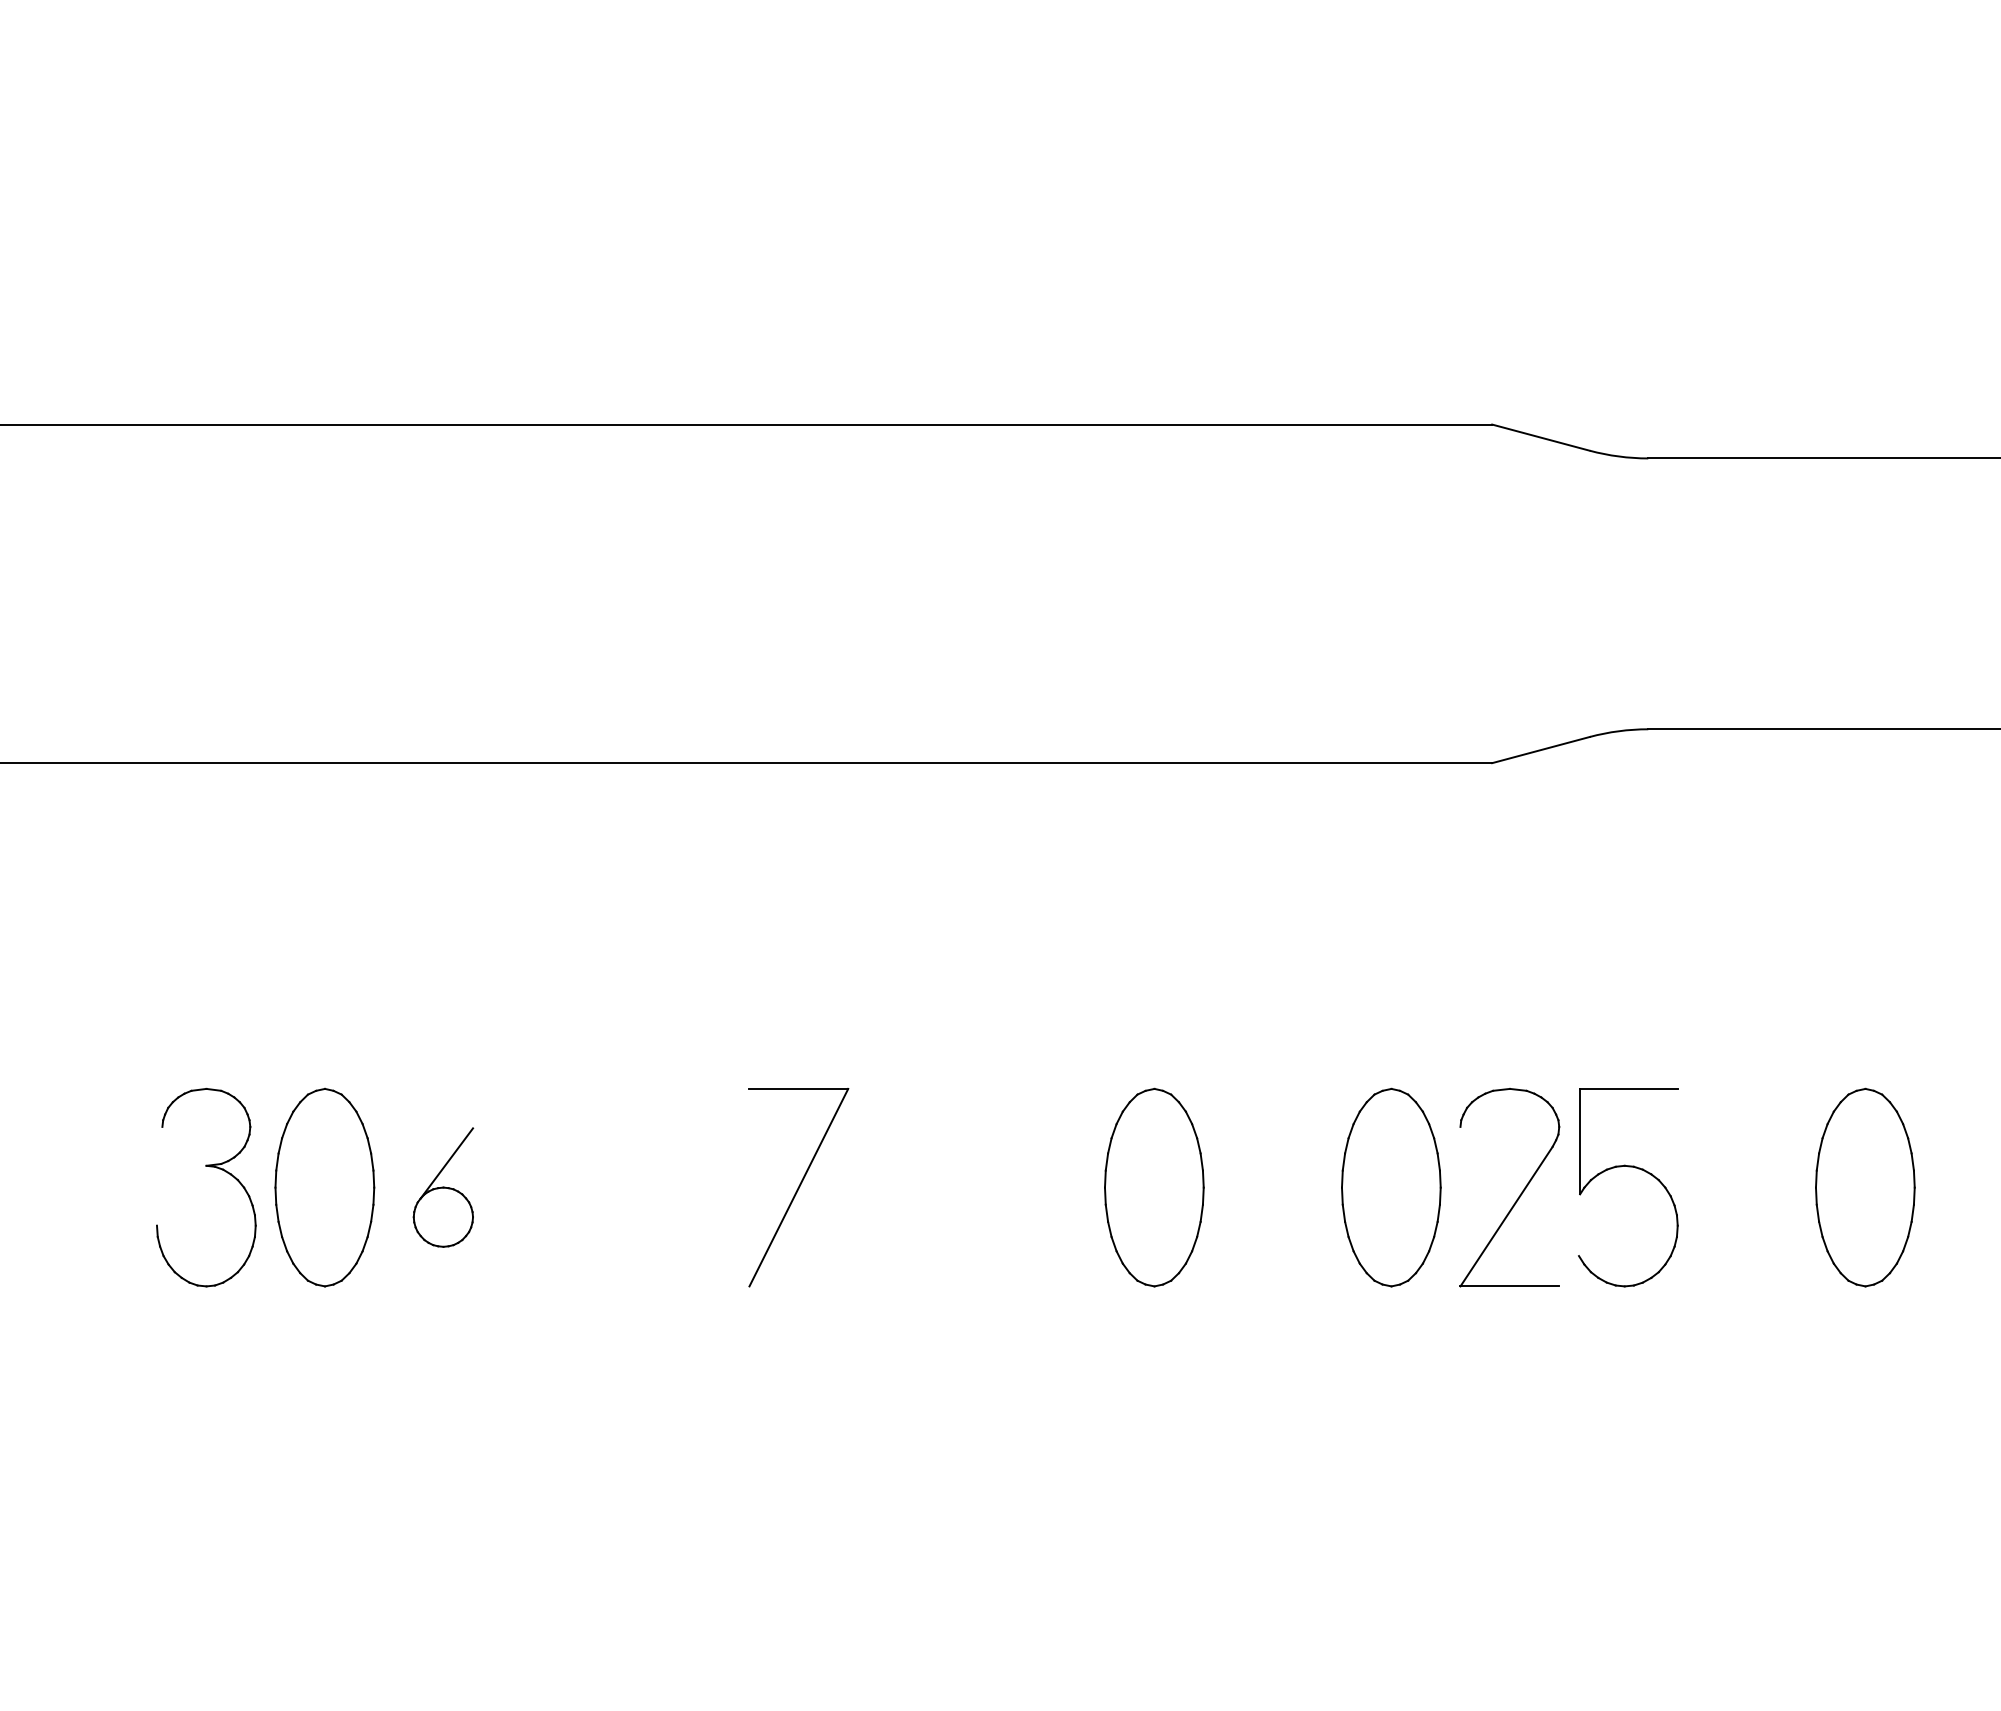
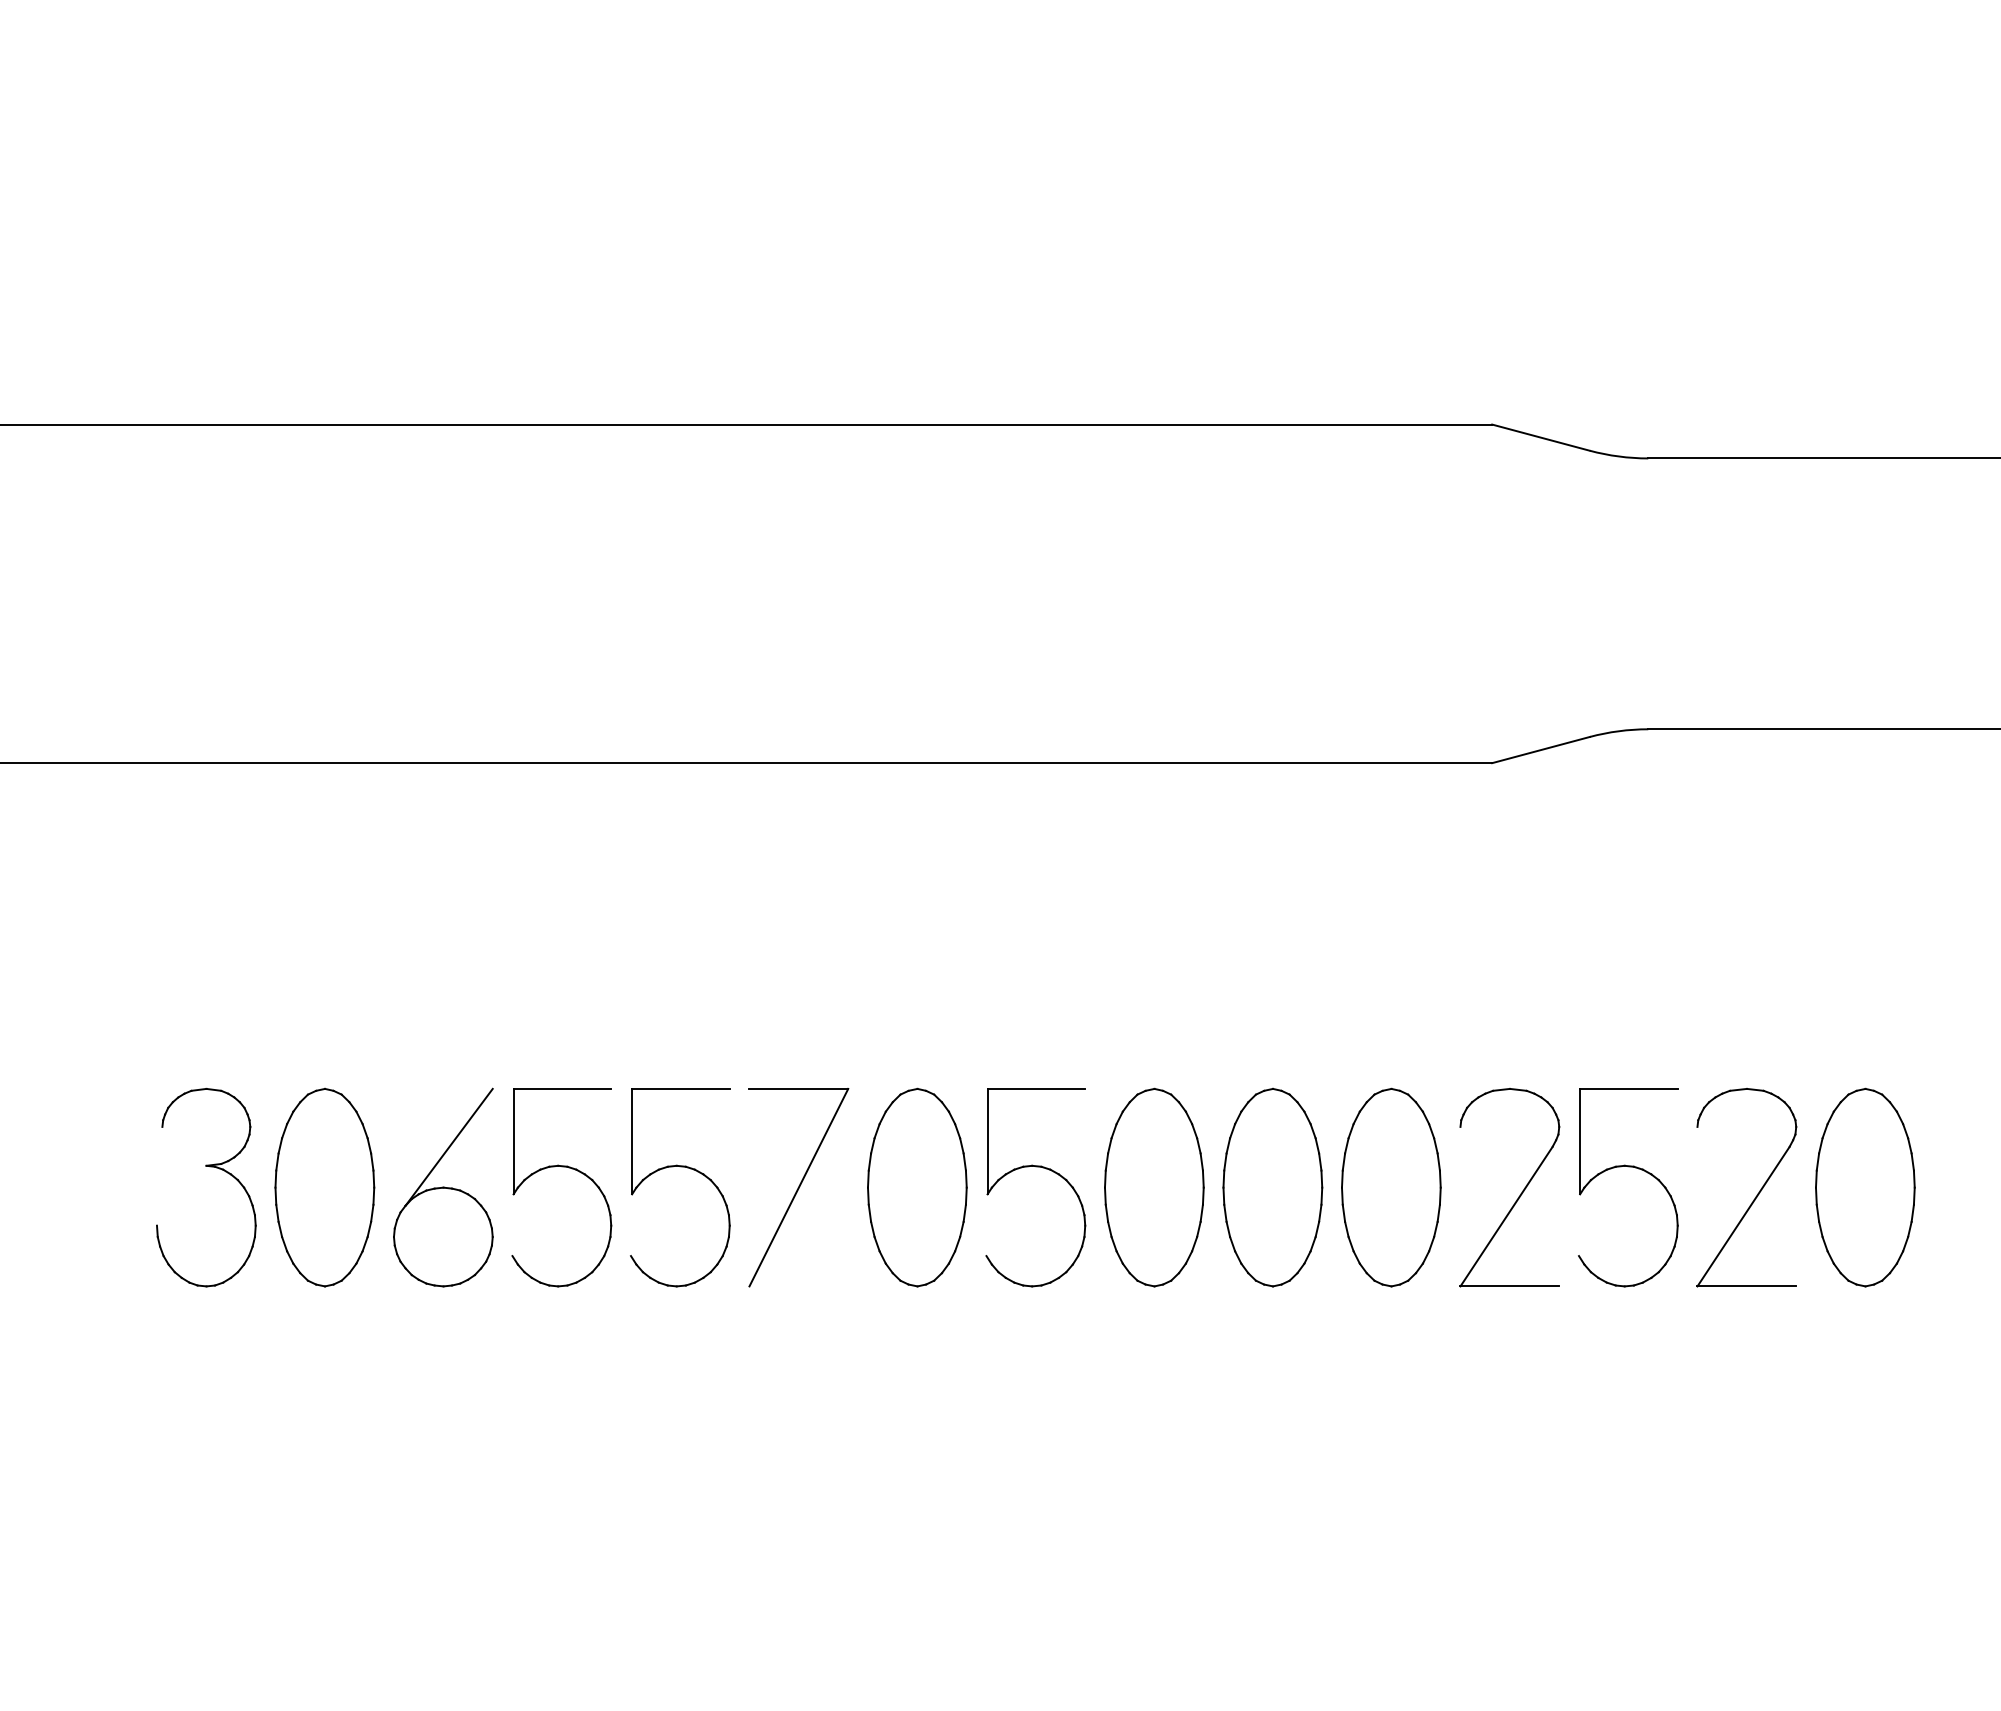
part at (561, 1167): none -> present
part at (680, 1167): none -> present
part at (1035, 1167): none -> present
part at (443, 1187) size: 63x121 px -> 101x201 px
part at (917, 1187): none -> present
part at (1272, 1187): none -> present
part at (1757, 1193): none -> present
